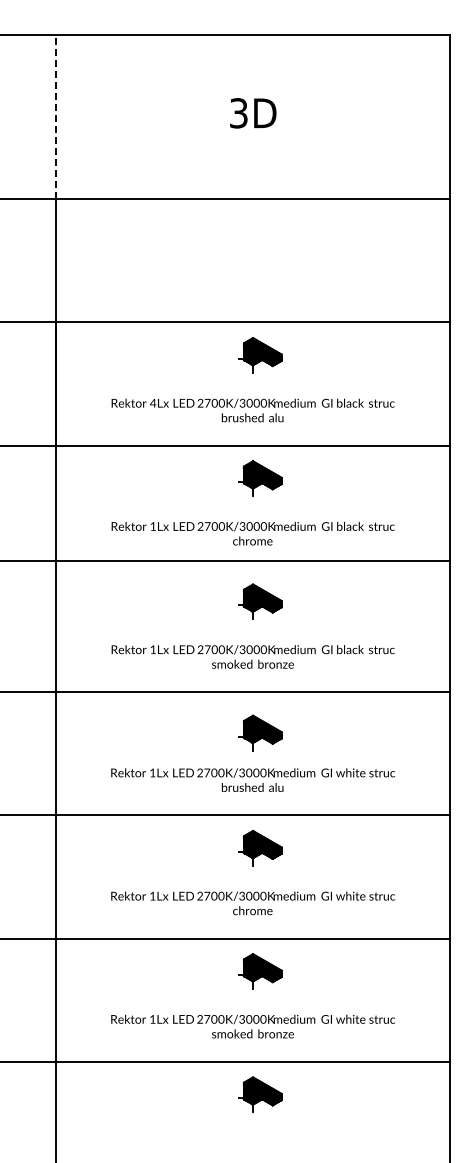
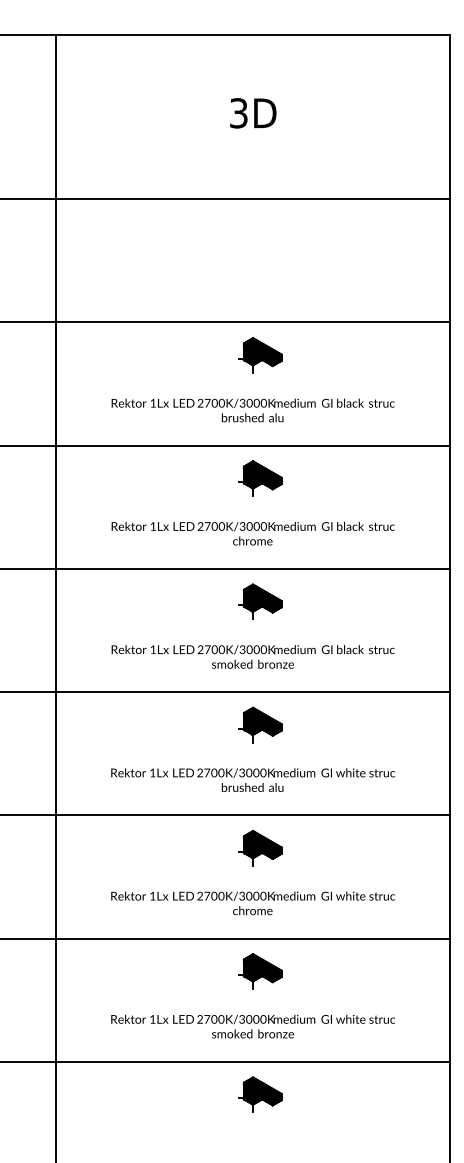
line at (55, 116): dashed -> solid
text at (153, 403): 4Lx -> 1Lx
line at (226, 560) position: (226, 560) -> (226, 568)
part at (260, 732) position: (260, 732) -> (260, 724)
